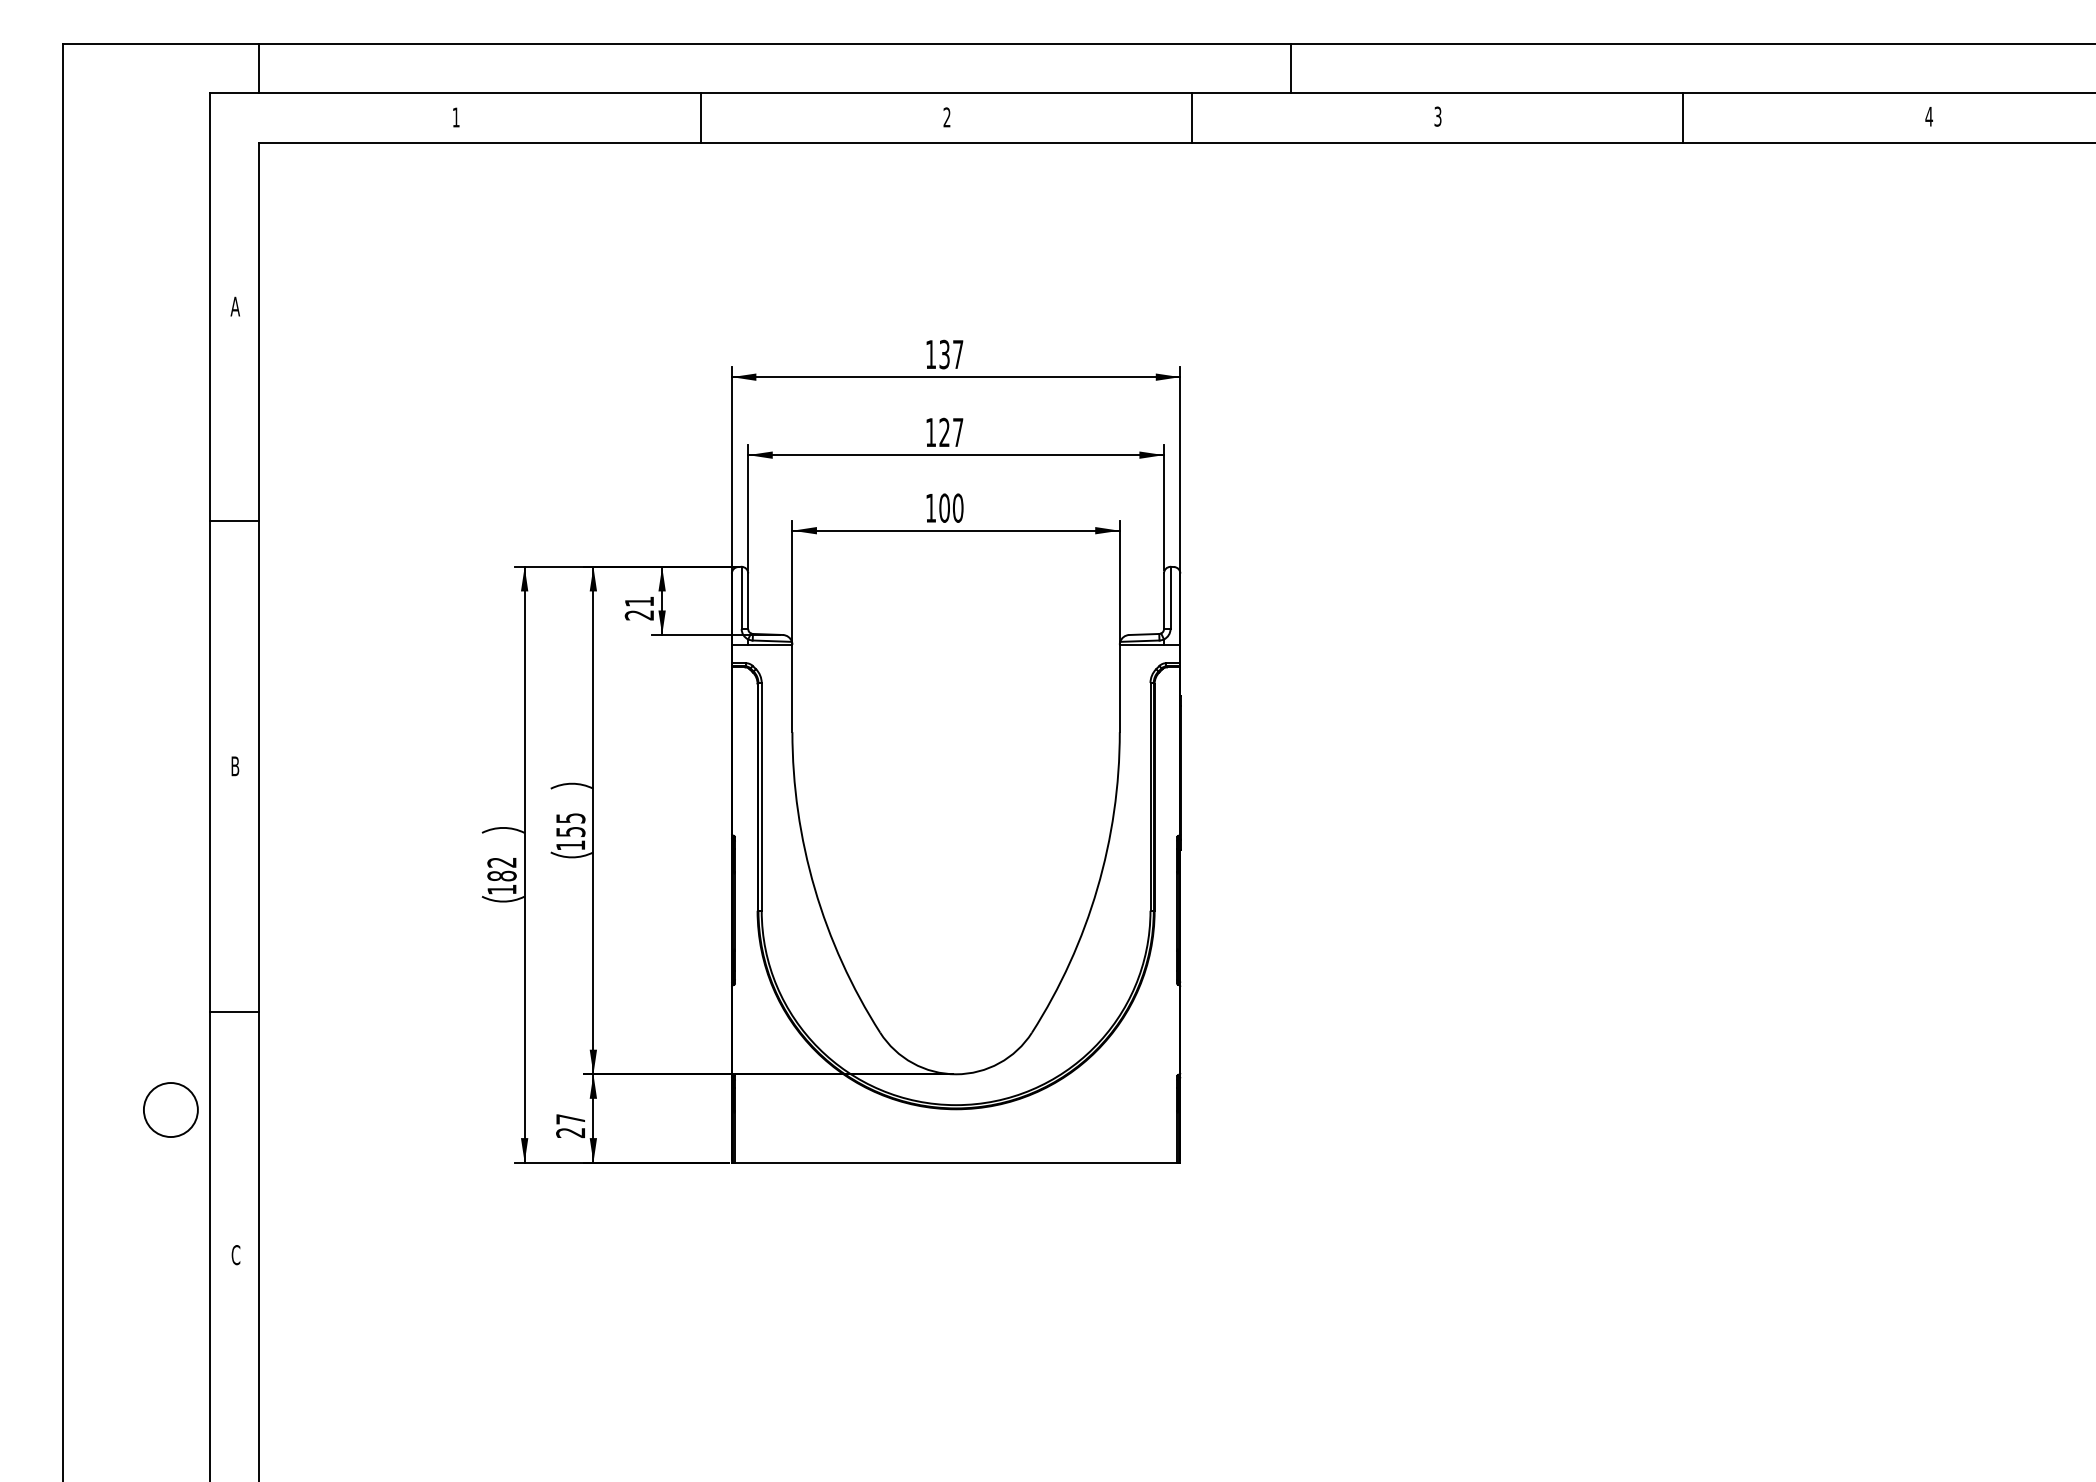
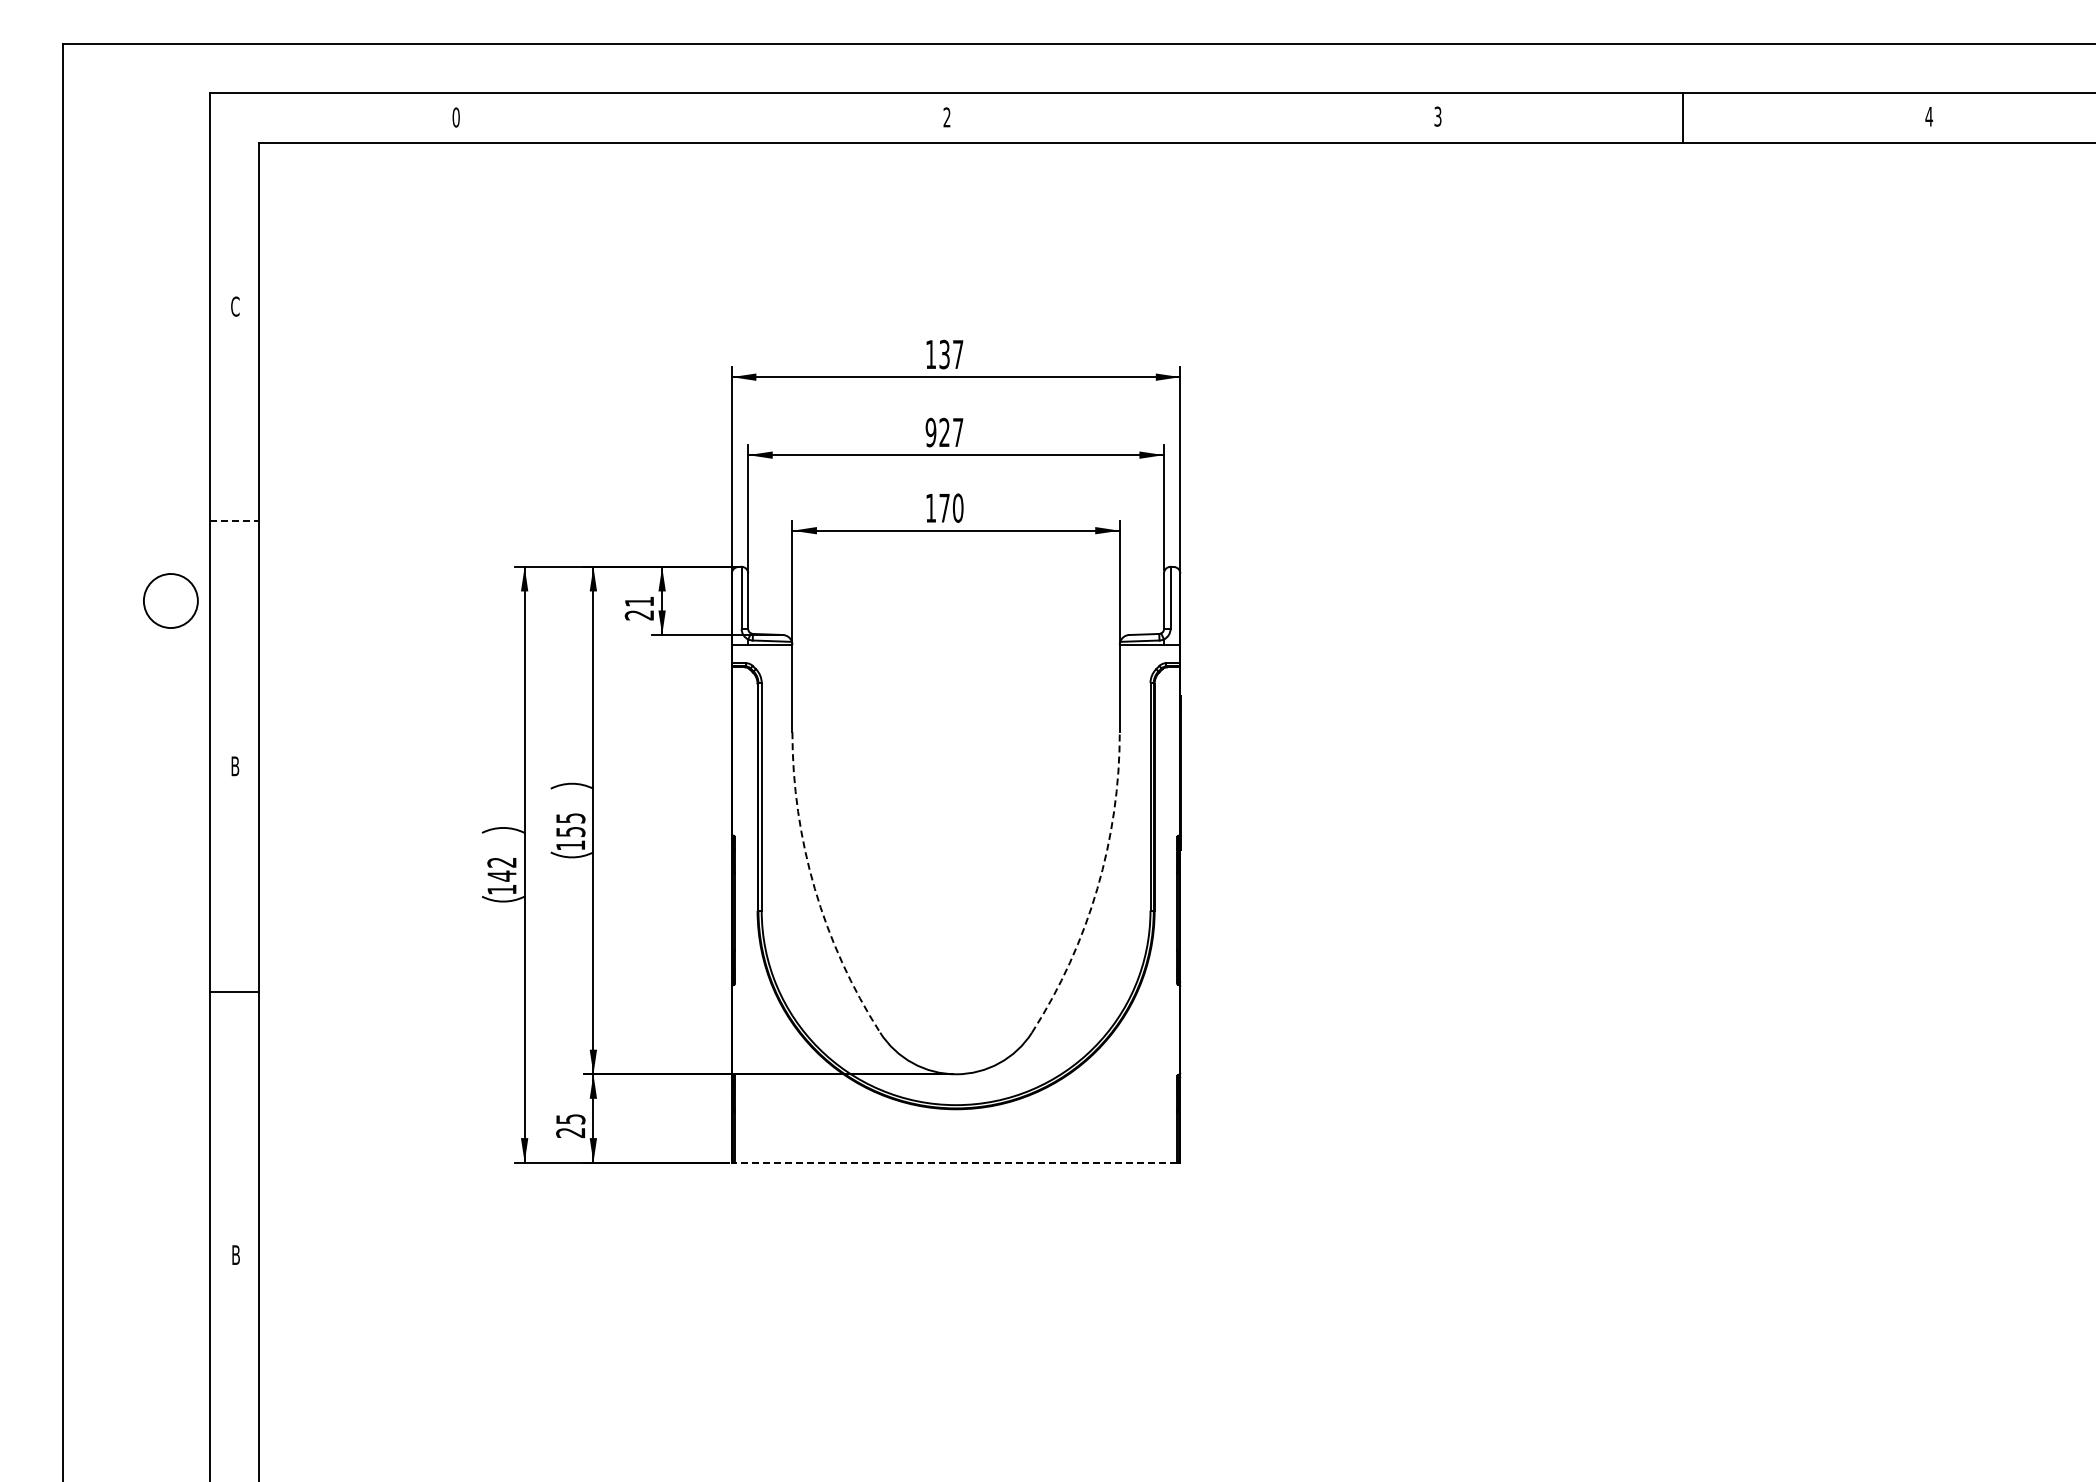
line at (259, 68): present -> none
line at (1290, 68): present -> none
text at (455, 117): 1 -> 0
line at (701, 117): present -> none
line at (1192, 117): present -> none
text at (235, 306): A -> C
text at (930, 432): 127 -> 927
text at (944, 507): 100 -> 170
line at (234, 520): solid -> dashed
text at (501, 875): 182 -> 142
arc at (814, 888): solid -> dashed
arc at (1097, 888): solid -> dashed
line at (234, 1011) position: (234, 1011) -> (234, 991)
circle at (170, 1109) position: (170, 1109) -> (170, 600)
text at (570, 1119): 27 -> 25
line at (956, 1162): solid -> dashed
text at (235, 1255): C -> B
